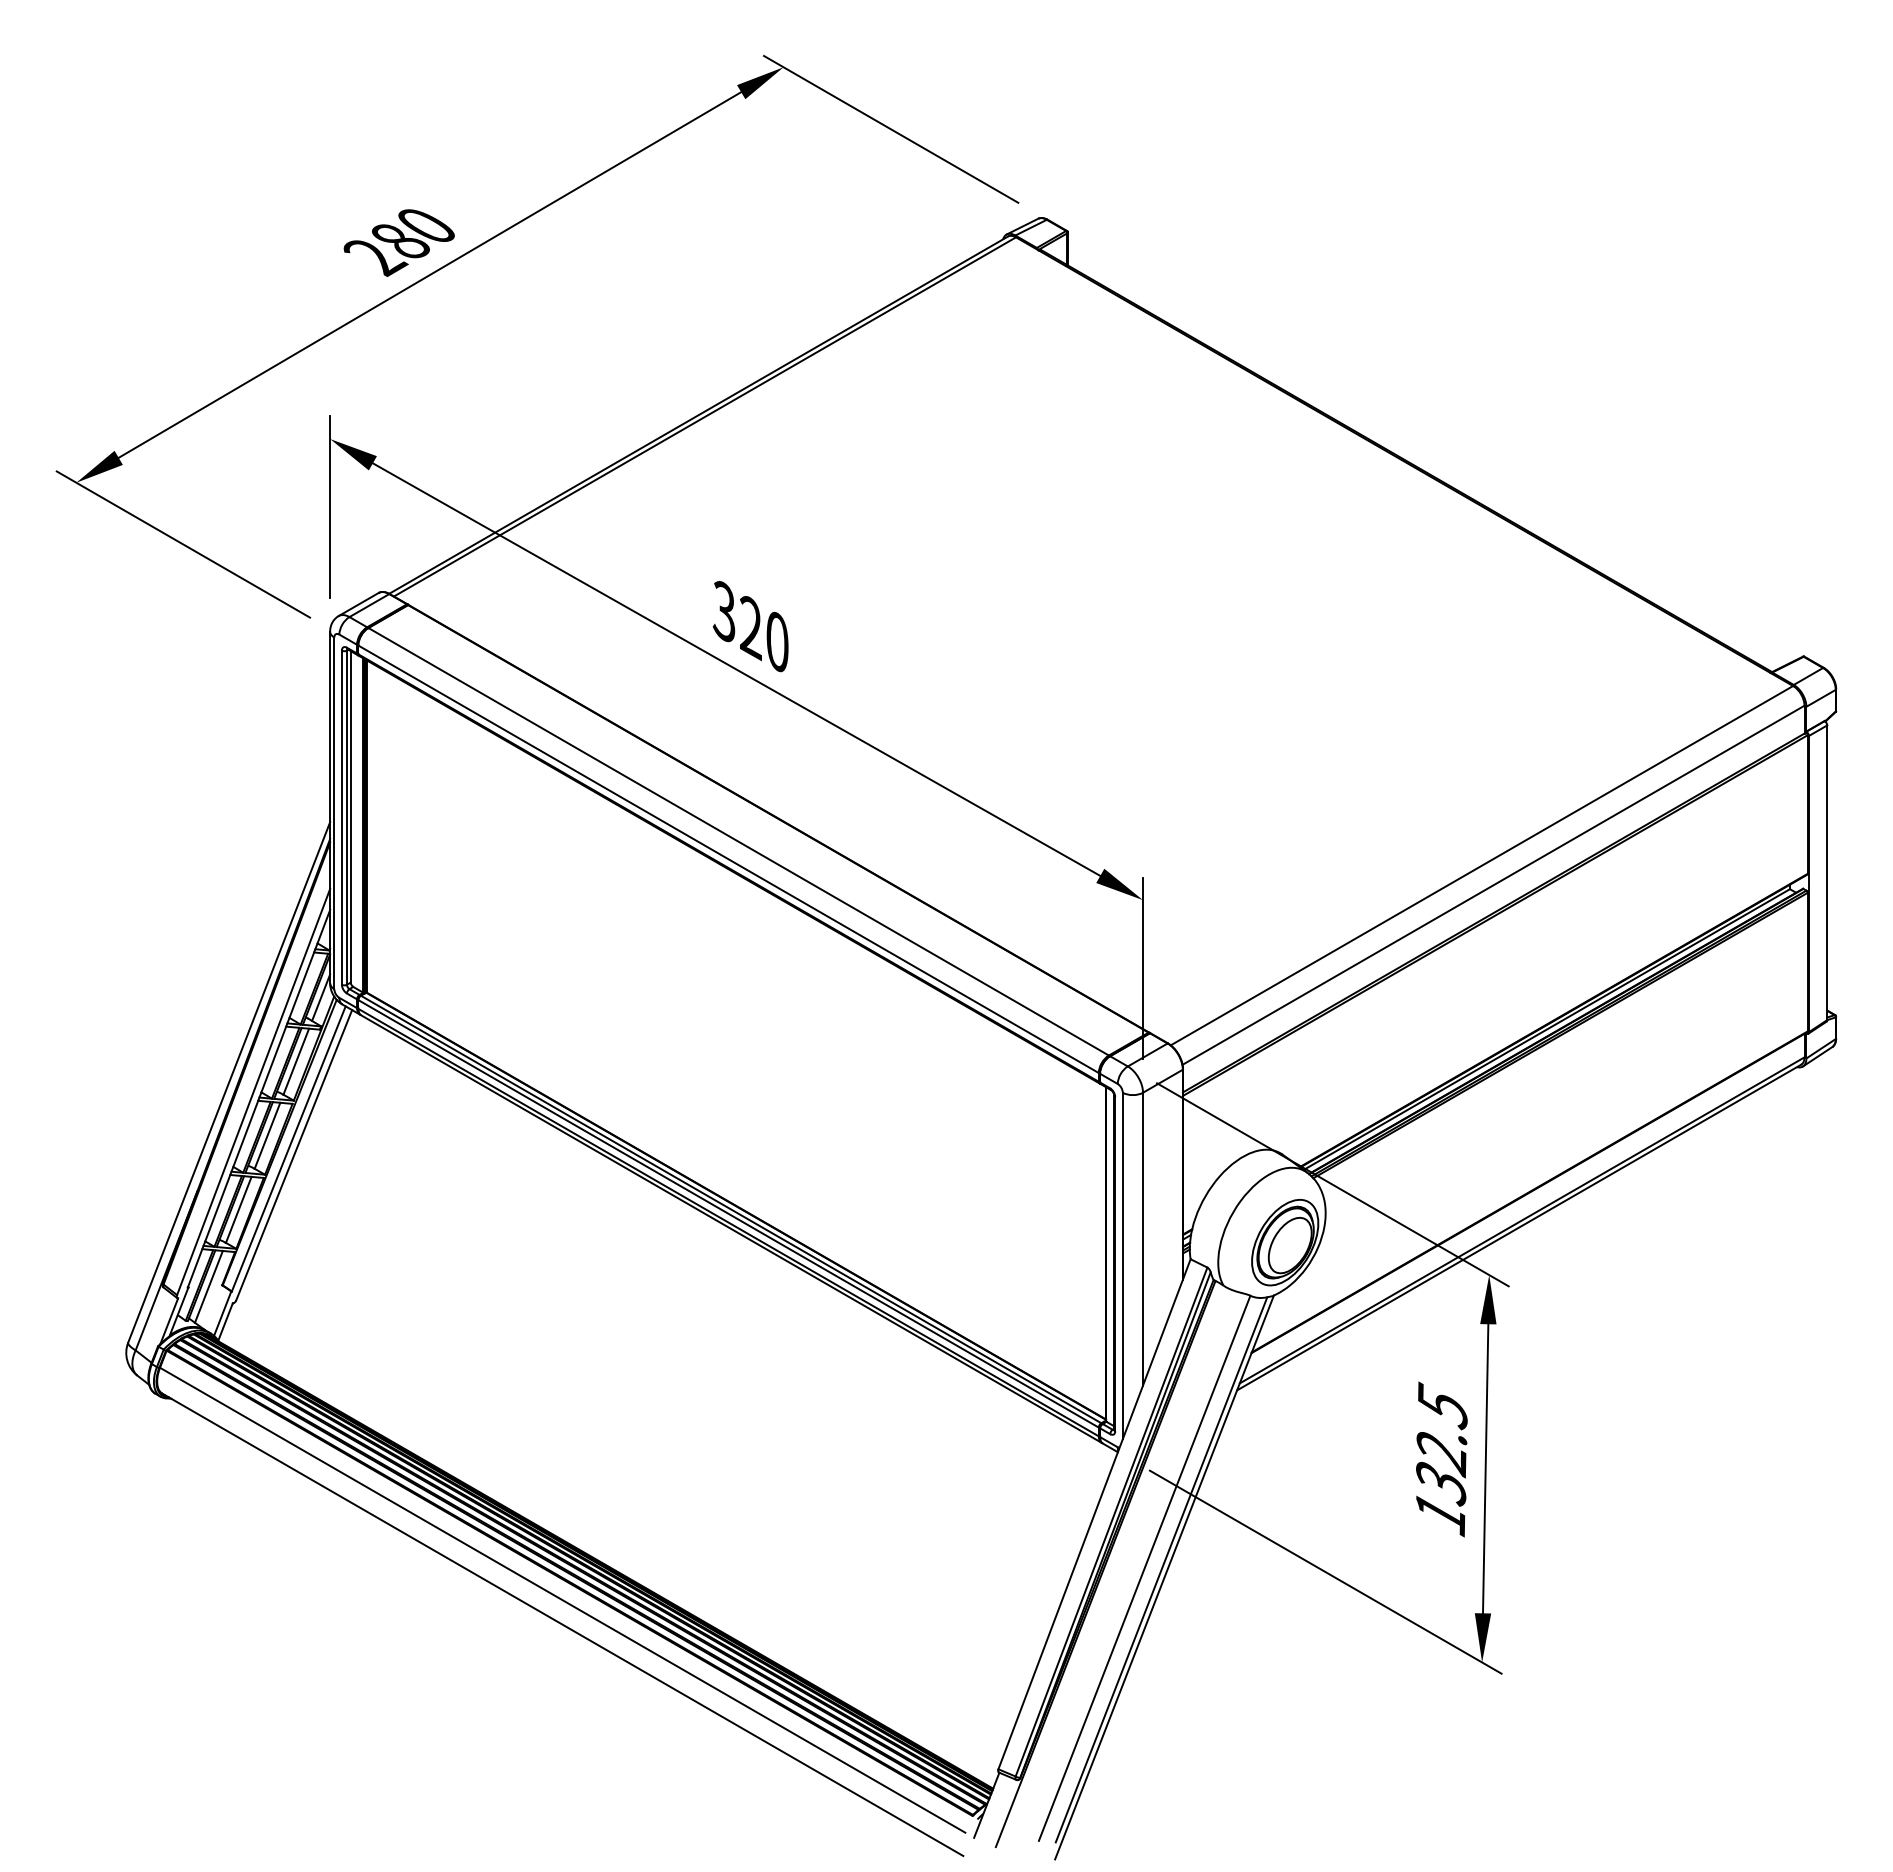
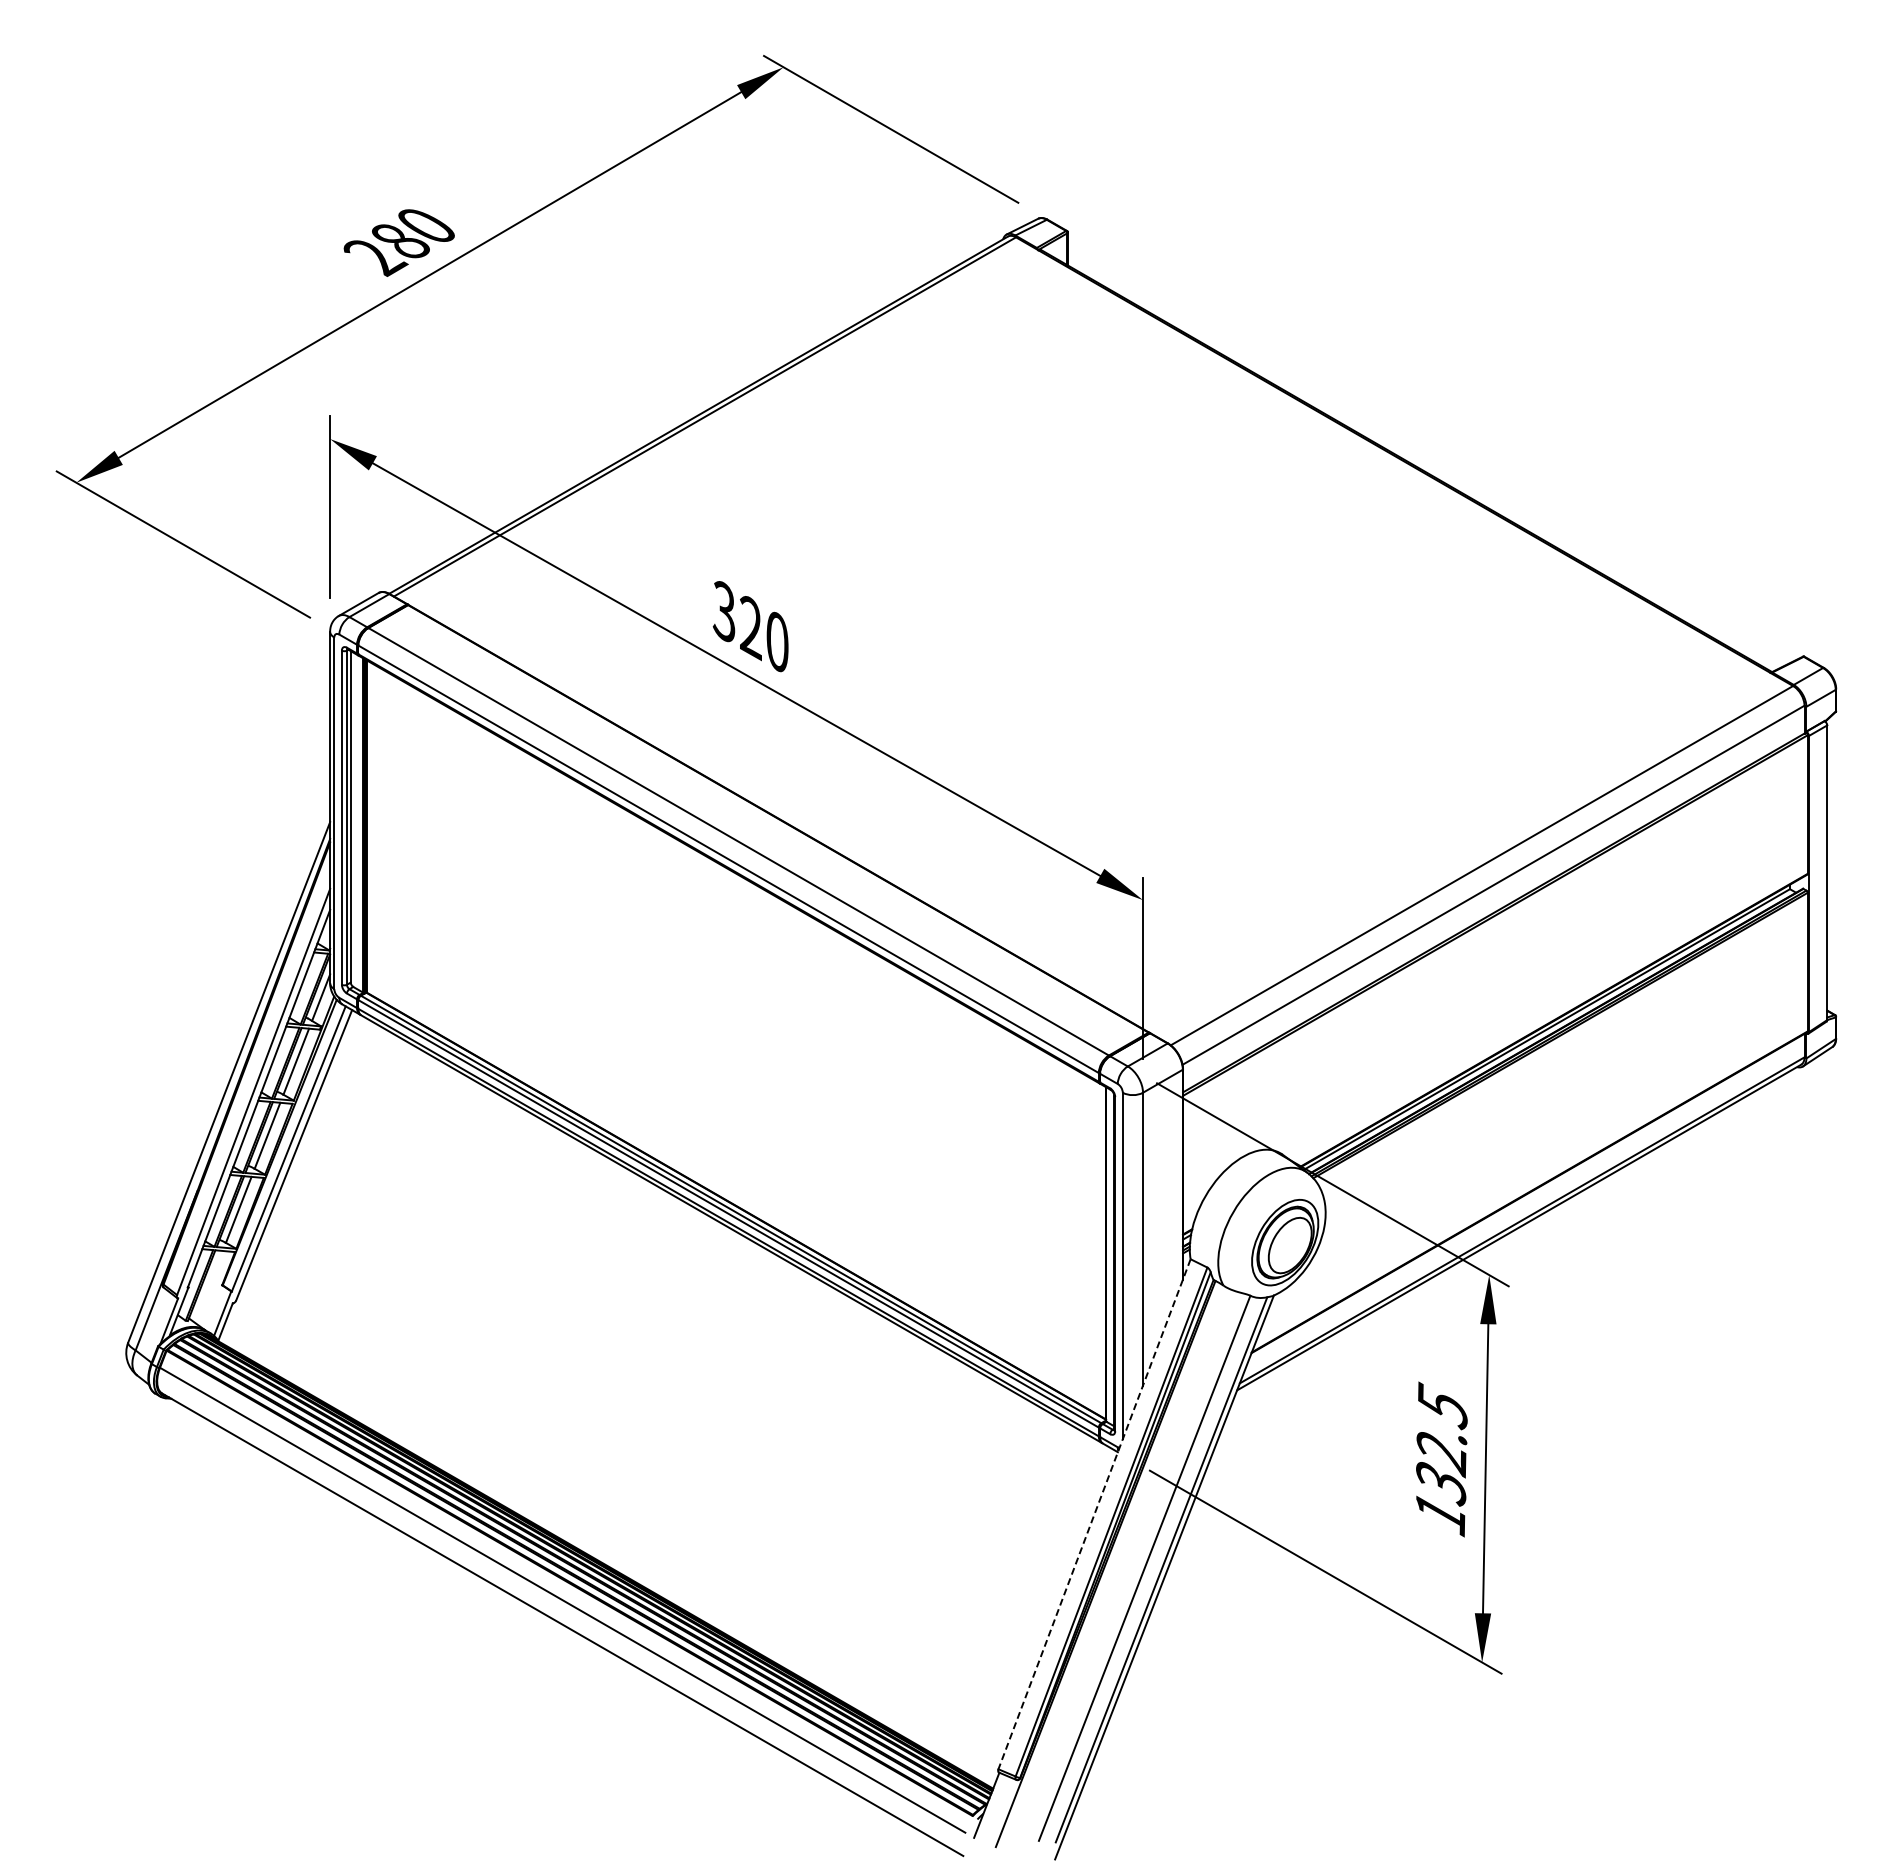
line at (208, 1286): present -> none
line at (1094, 1514): solid -> dashed
